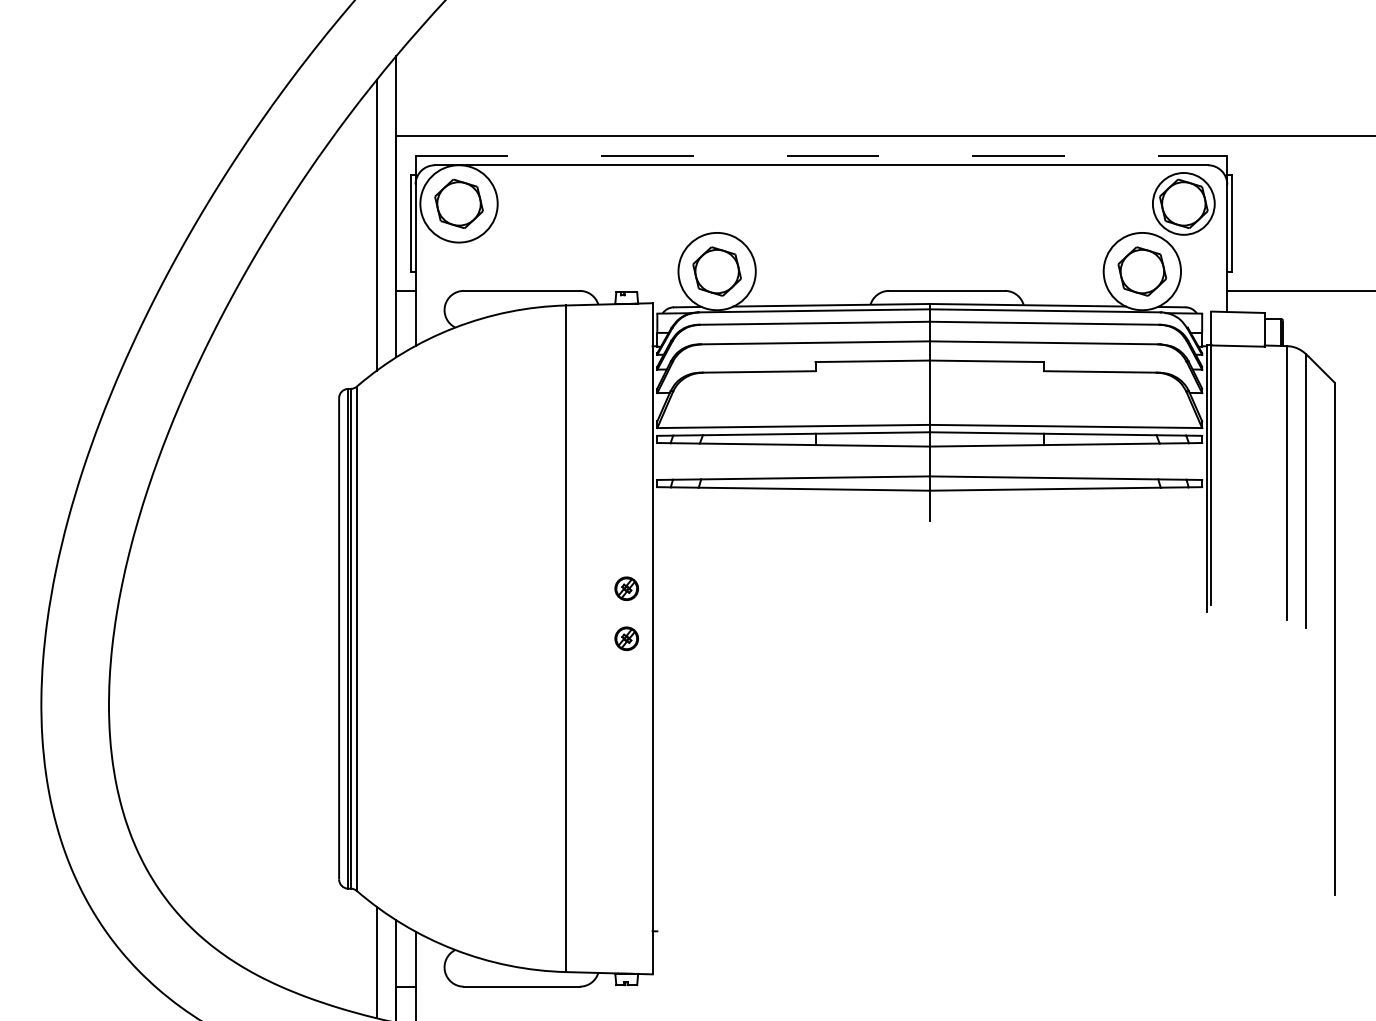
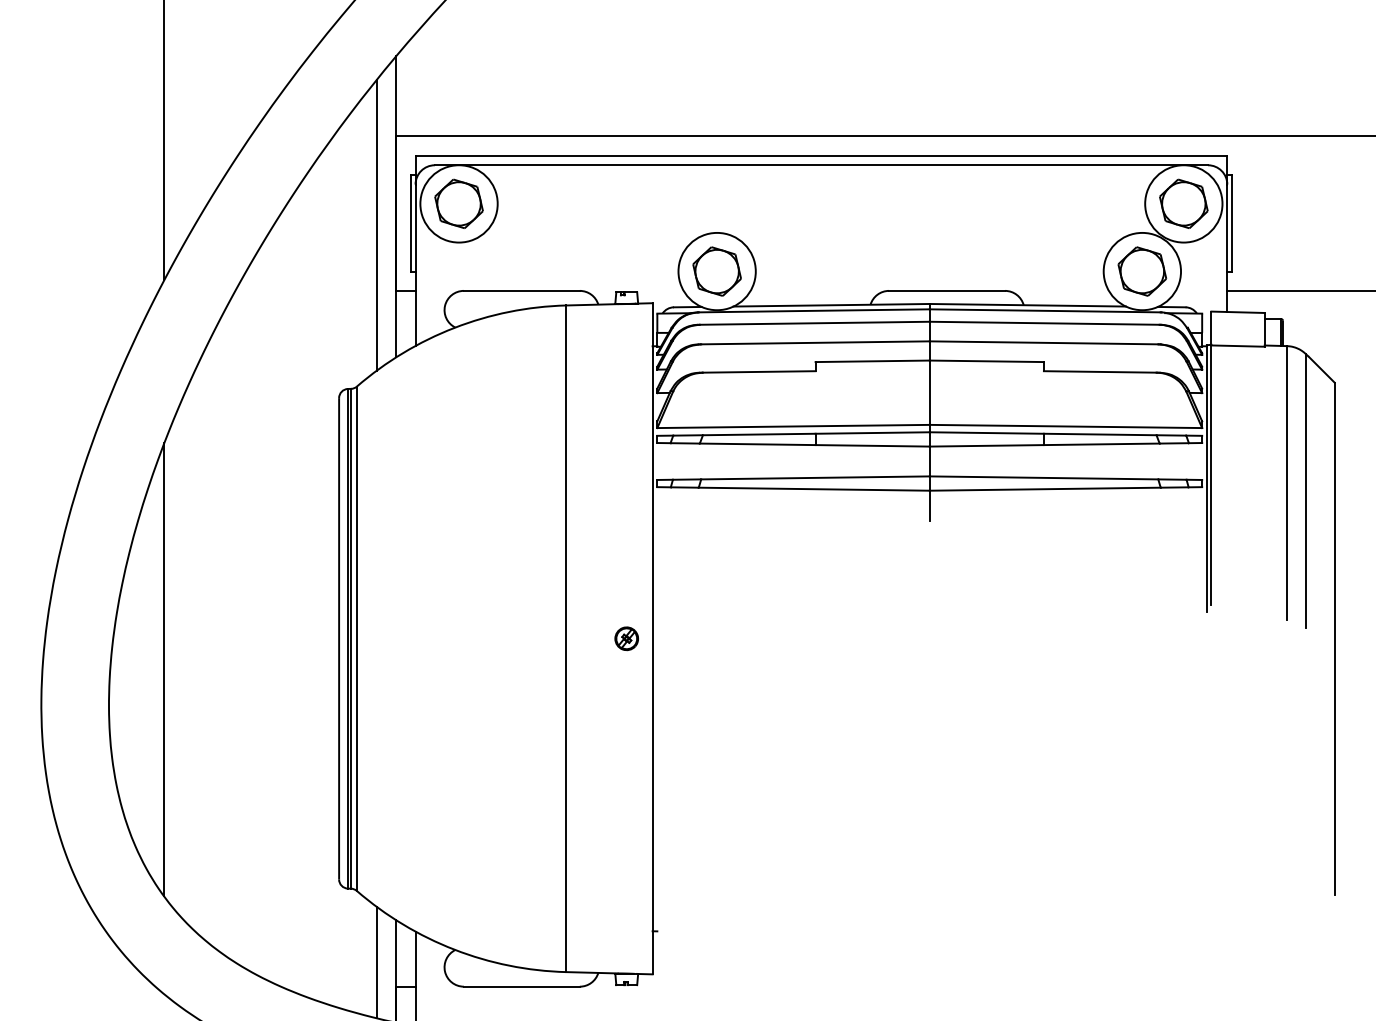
line at (164, 141): none -> present
line at (821, 155): dashed -> solid
circle at (1183, 203) diameter: 62 px -> 77 px
part at (626, 588): present -> none
line at (164, 669): none -> present
